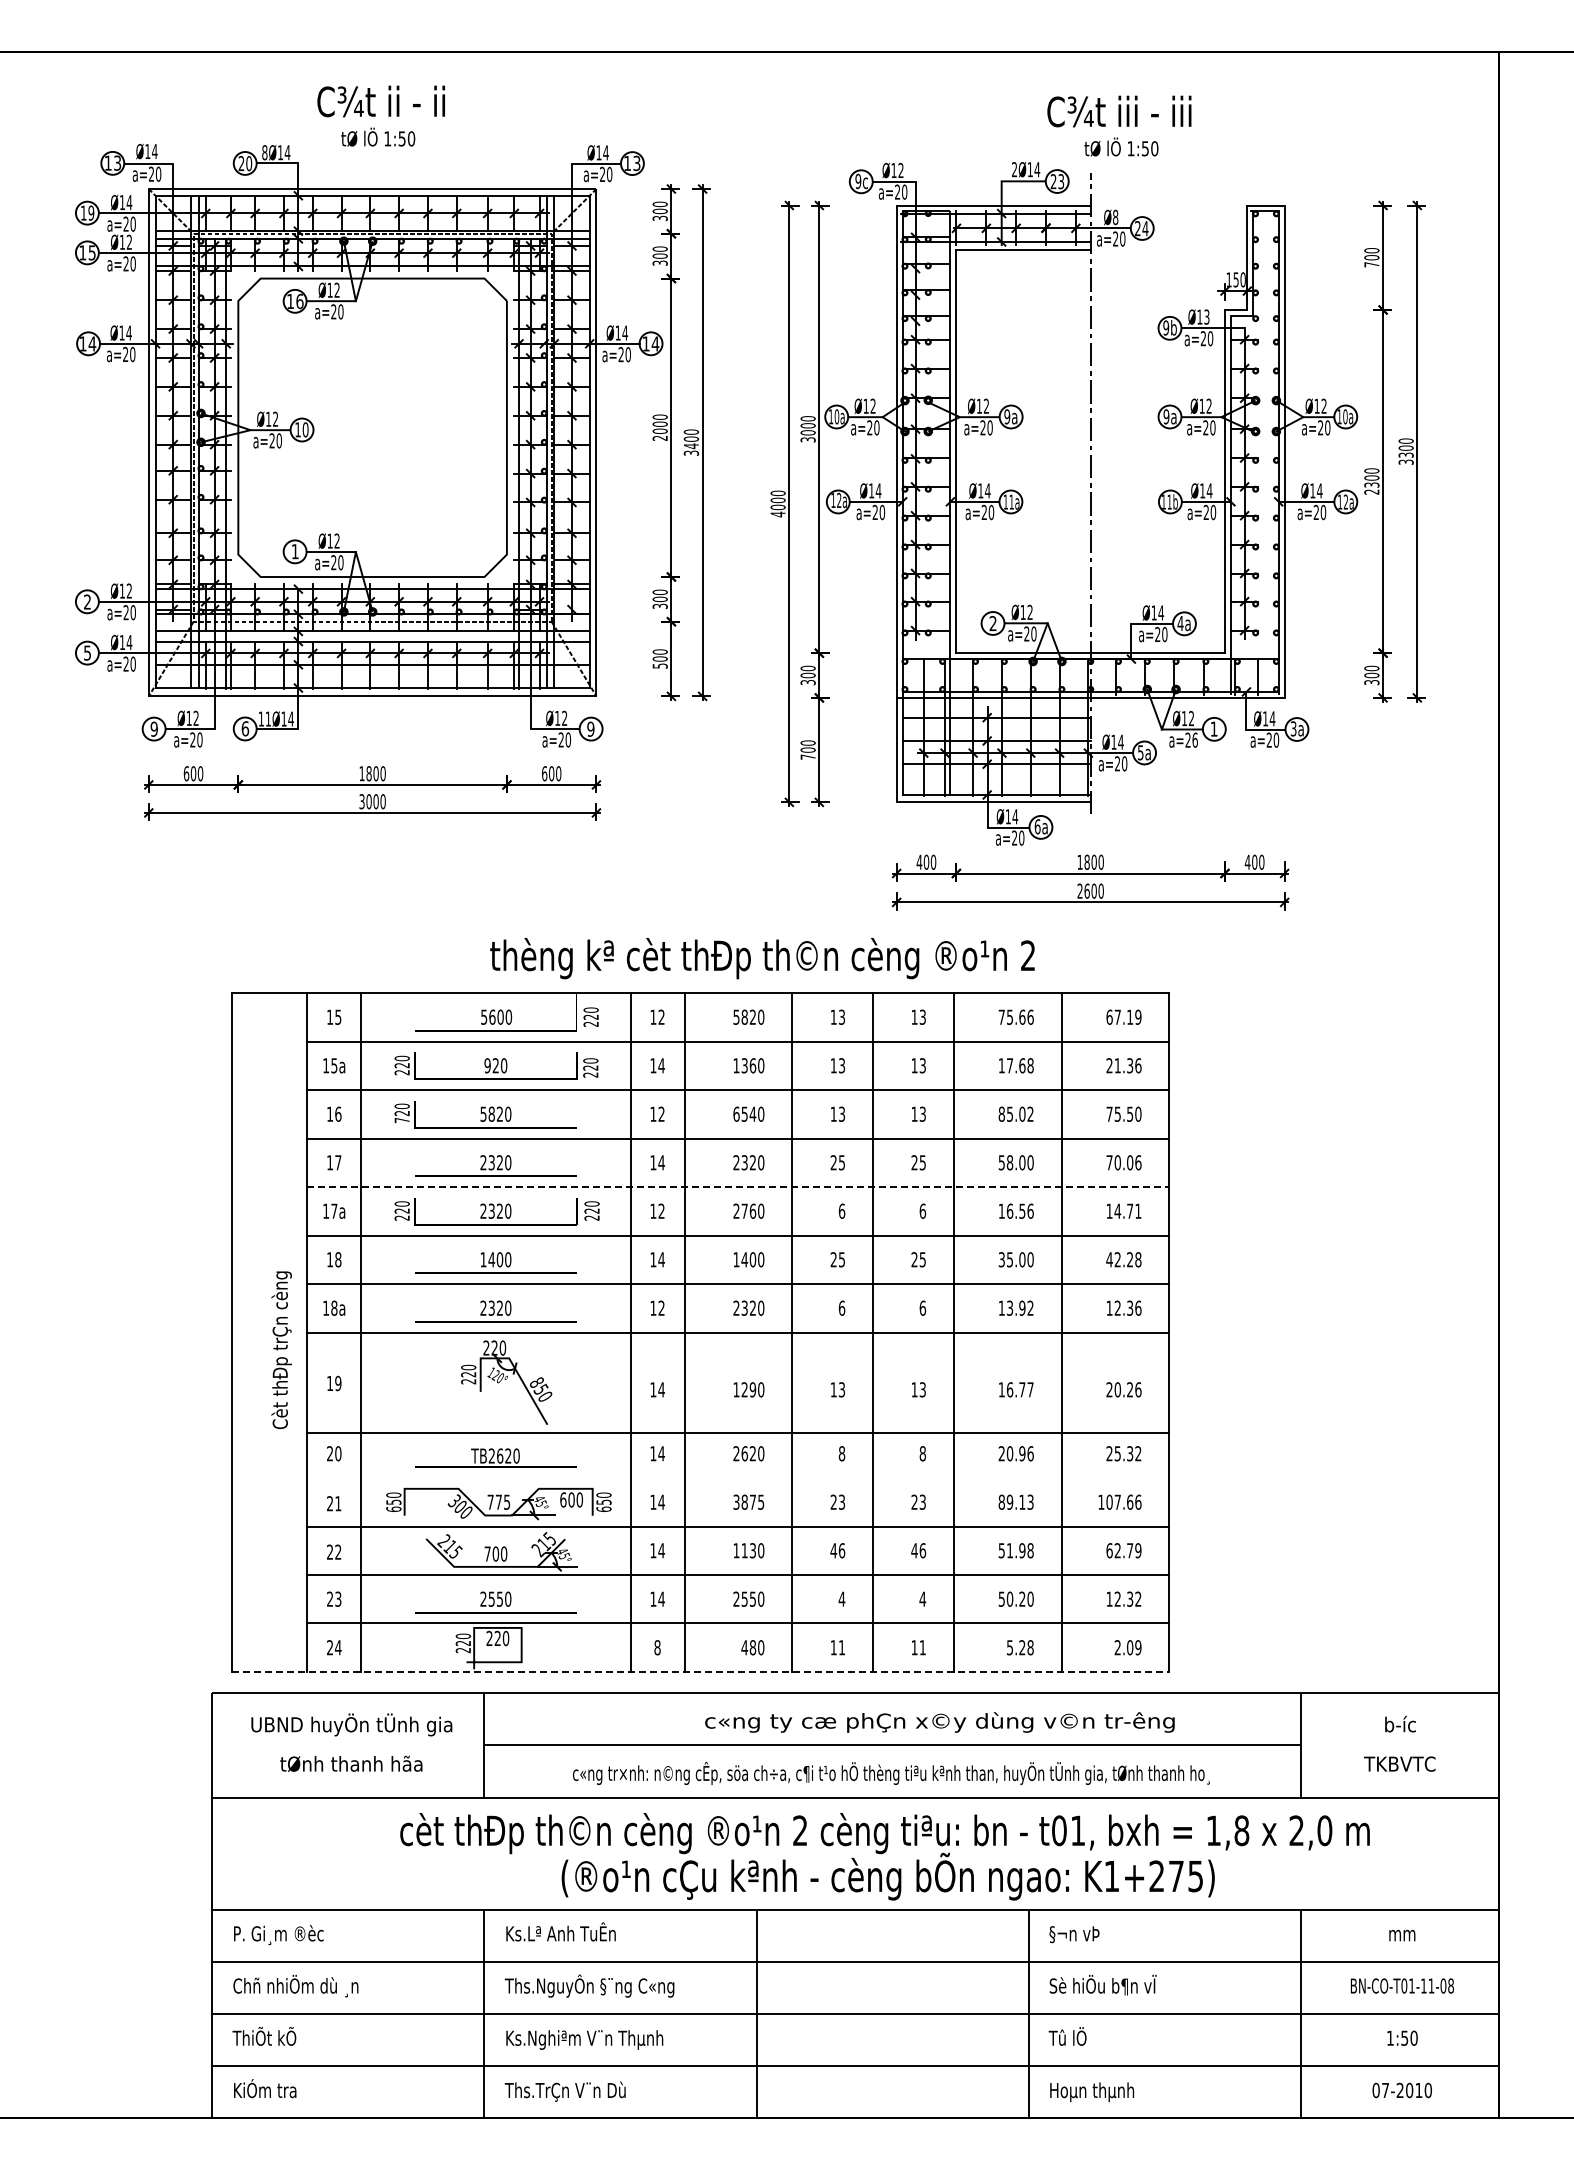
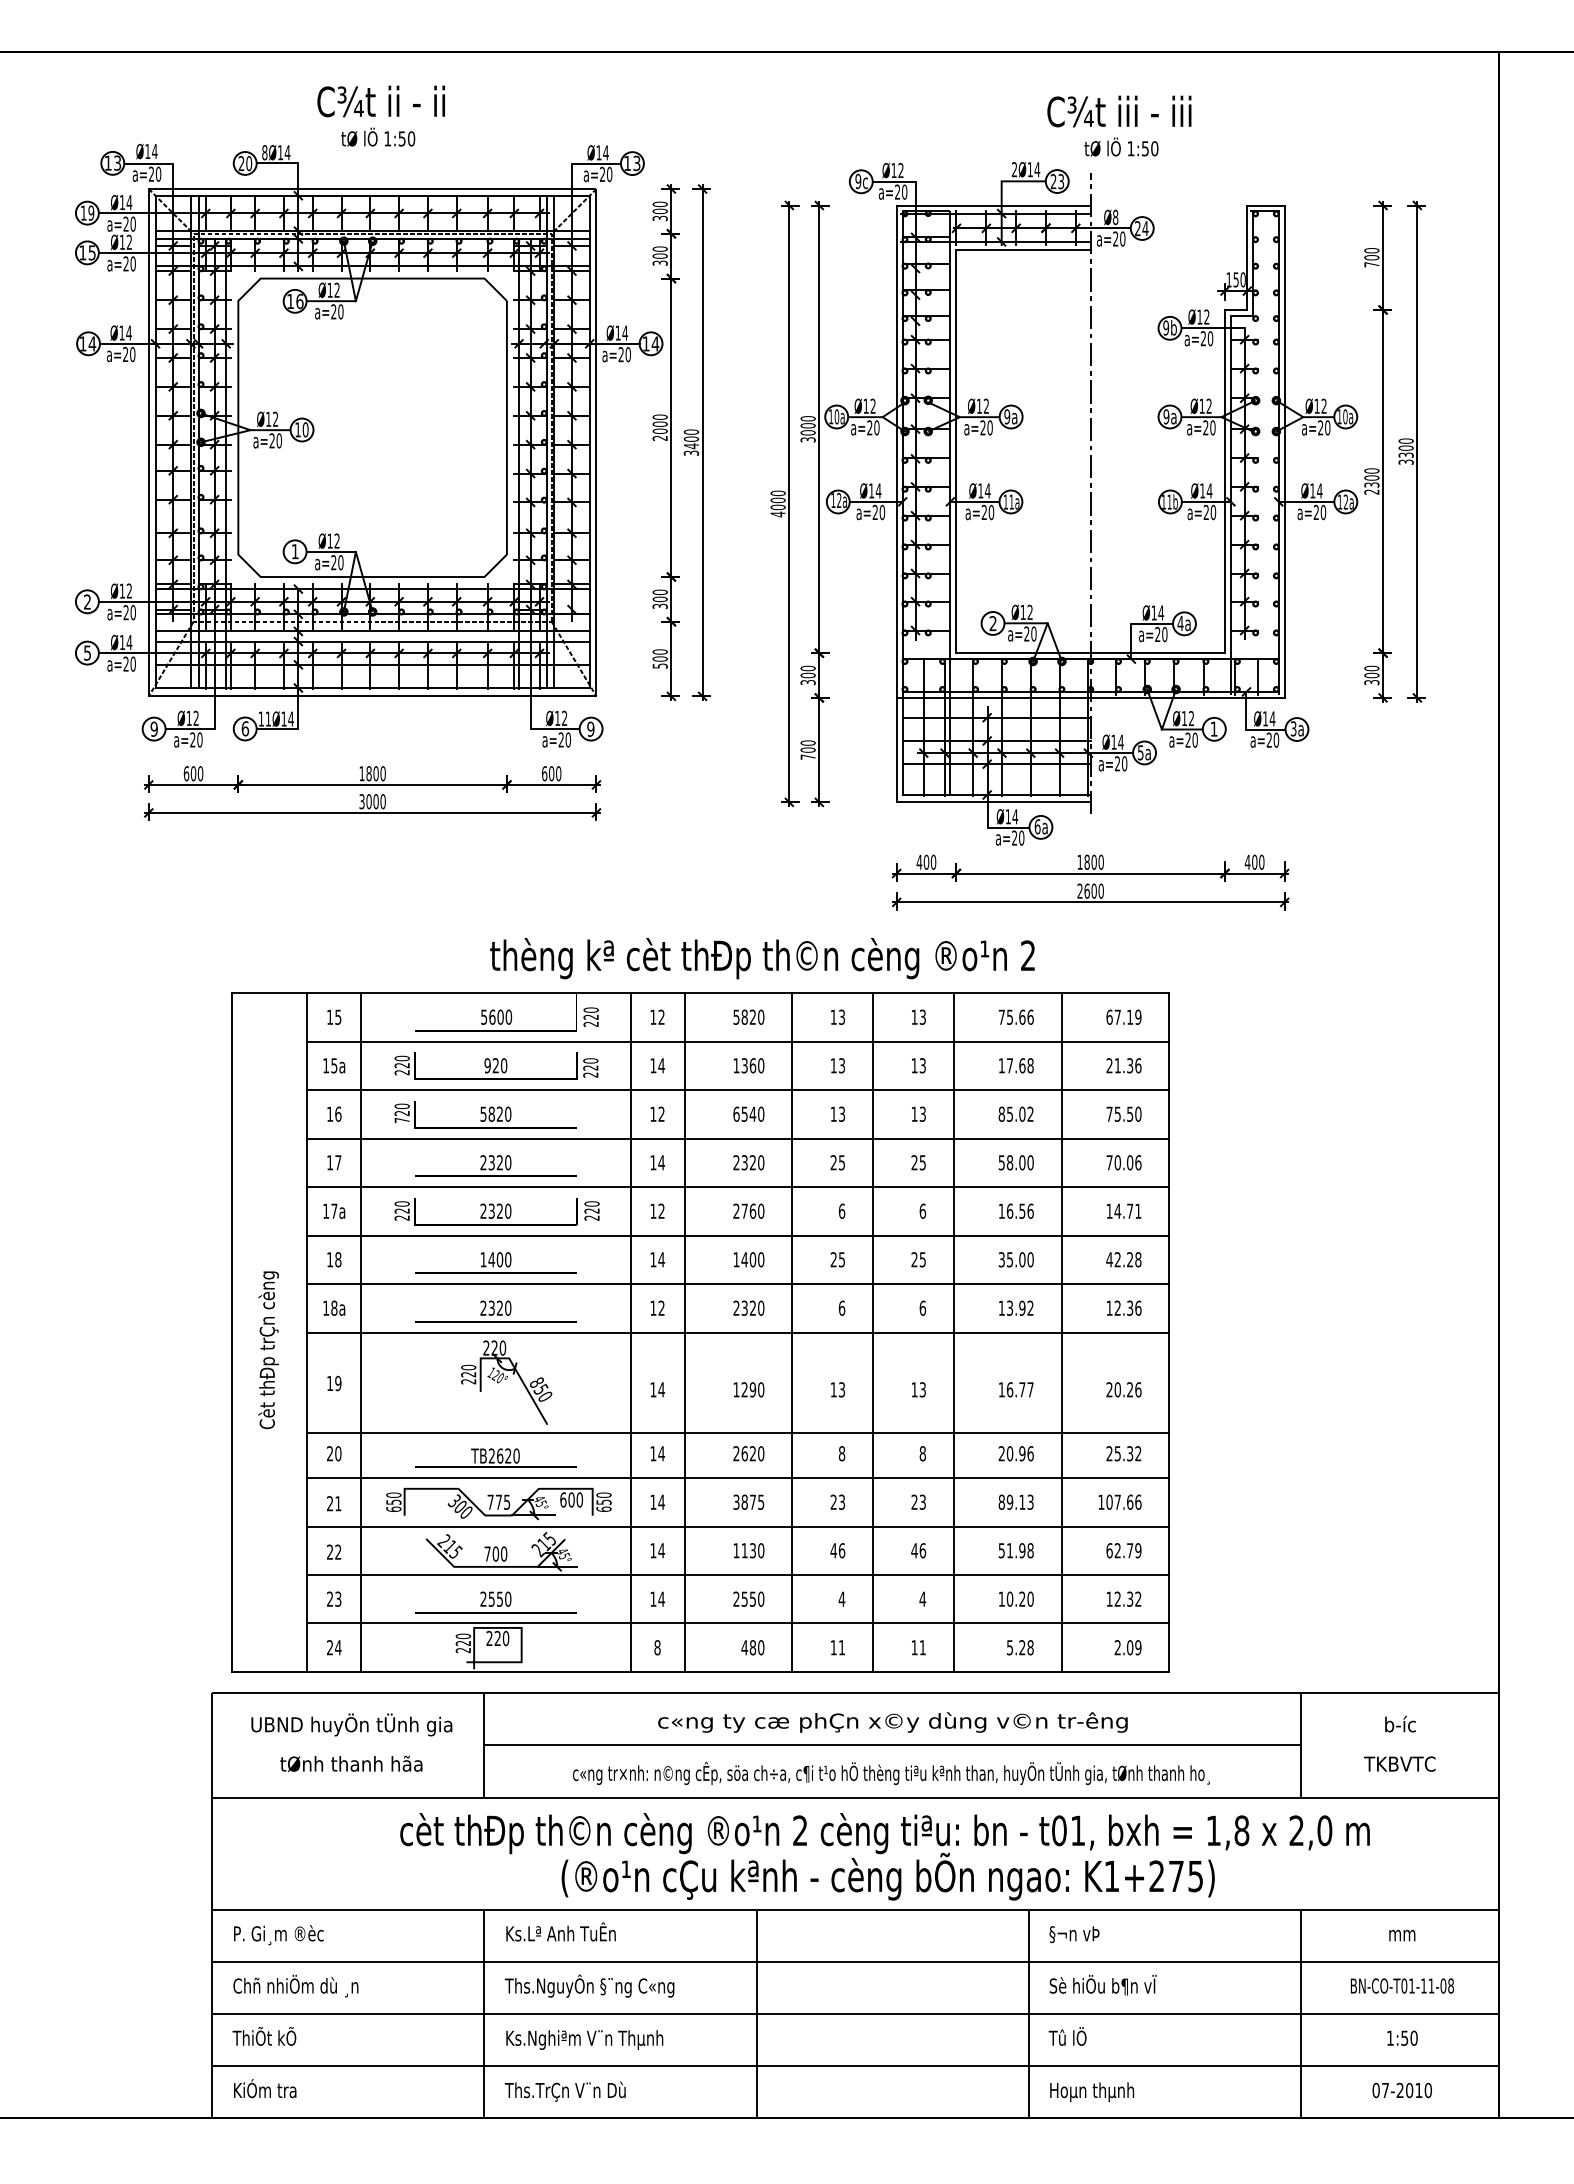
text at (1206, 317): Ø13 -> Ø12
text at (1194, 739): a=26 -> a=20
line at (738, 1187): dashed -> solid
text at (281, 1350) position: (281, 1350) -> (268, 1350)
line at (738, 1478): none -> present
text at (1001, 1598): 50.20 -> 10.20
line at (700, 1671): dashed -> solid
text at (939, 1722) position: (939, 1722) -> (892, 1722)
